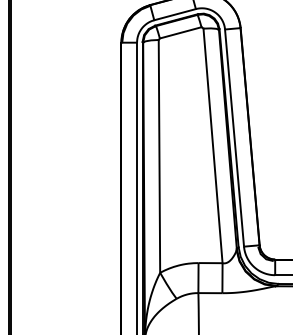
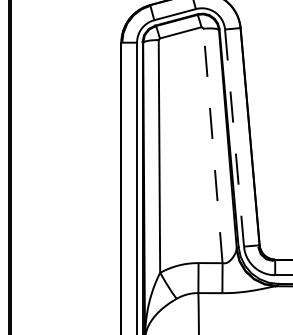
line at (234, 138): solid -> dashed
line at (213, 145): solid -> dashed
